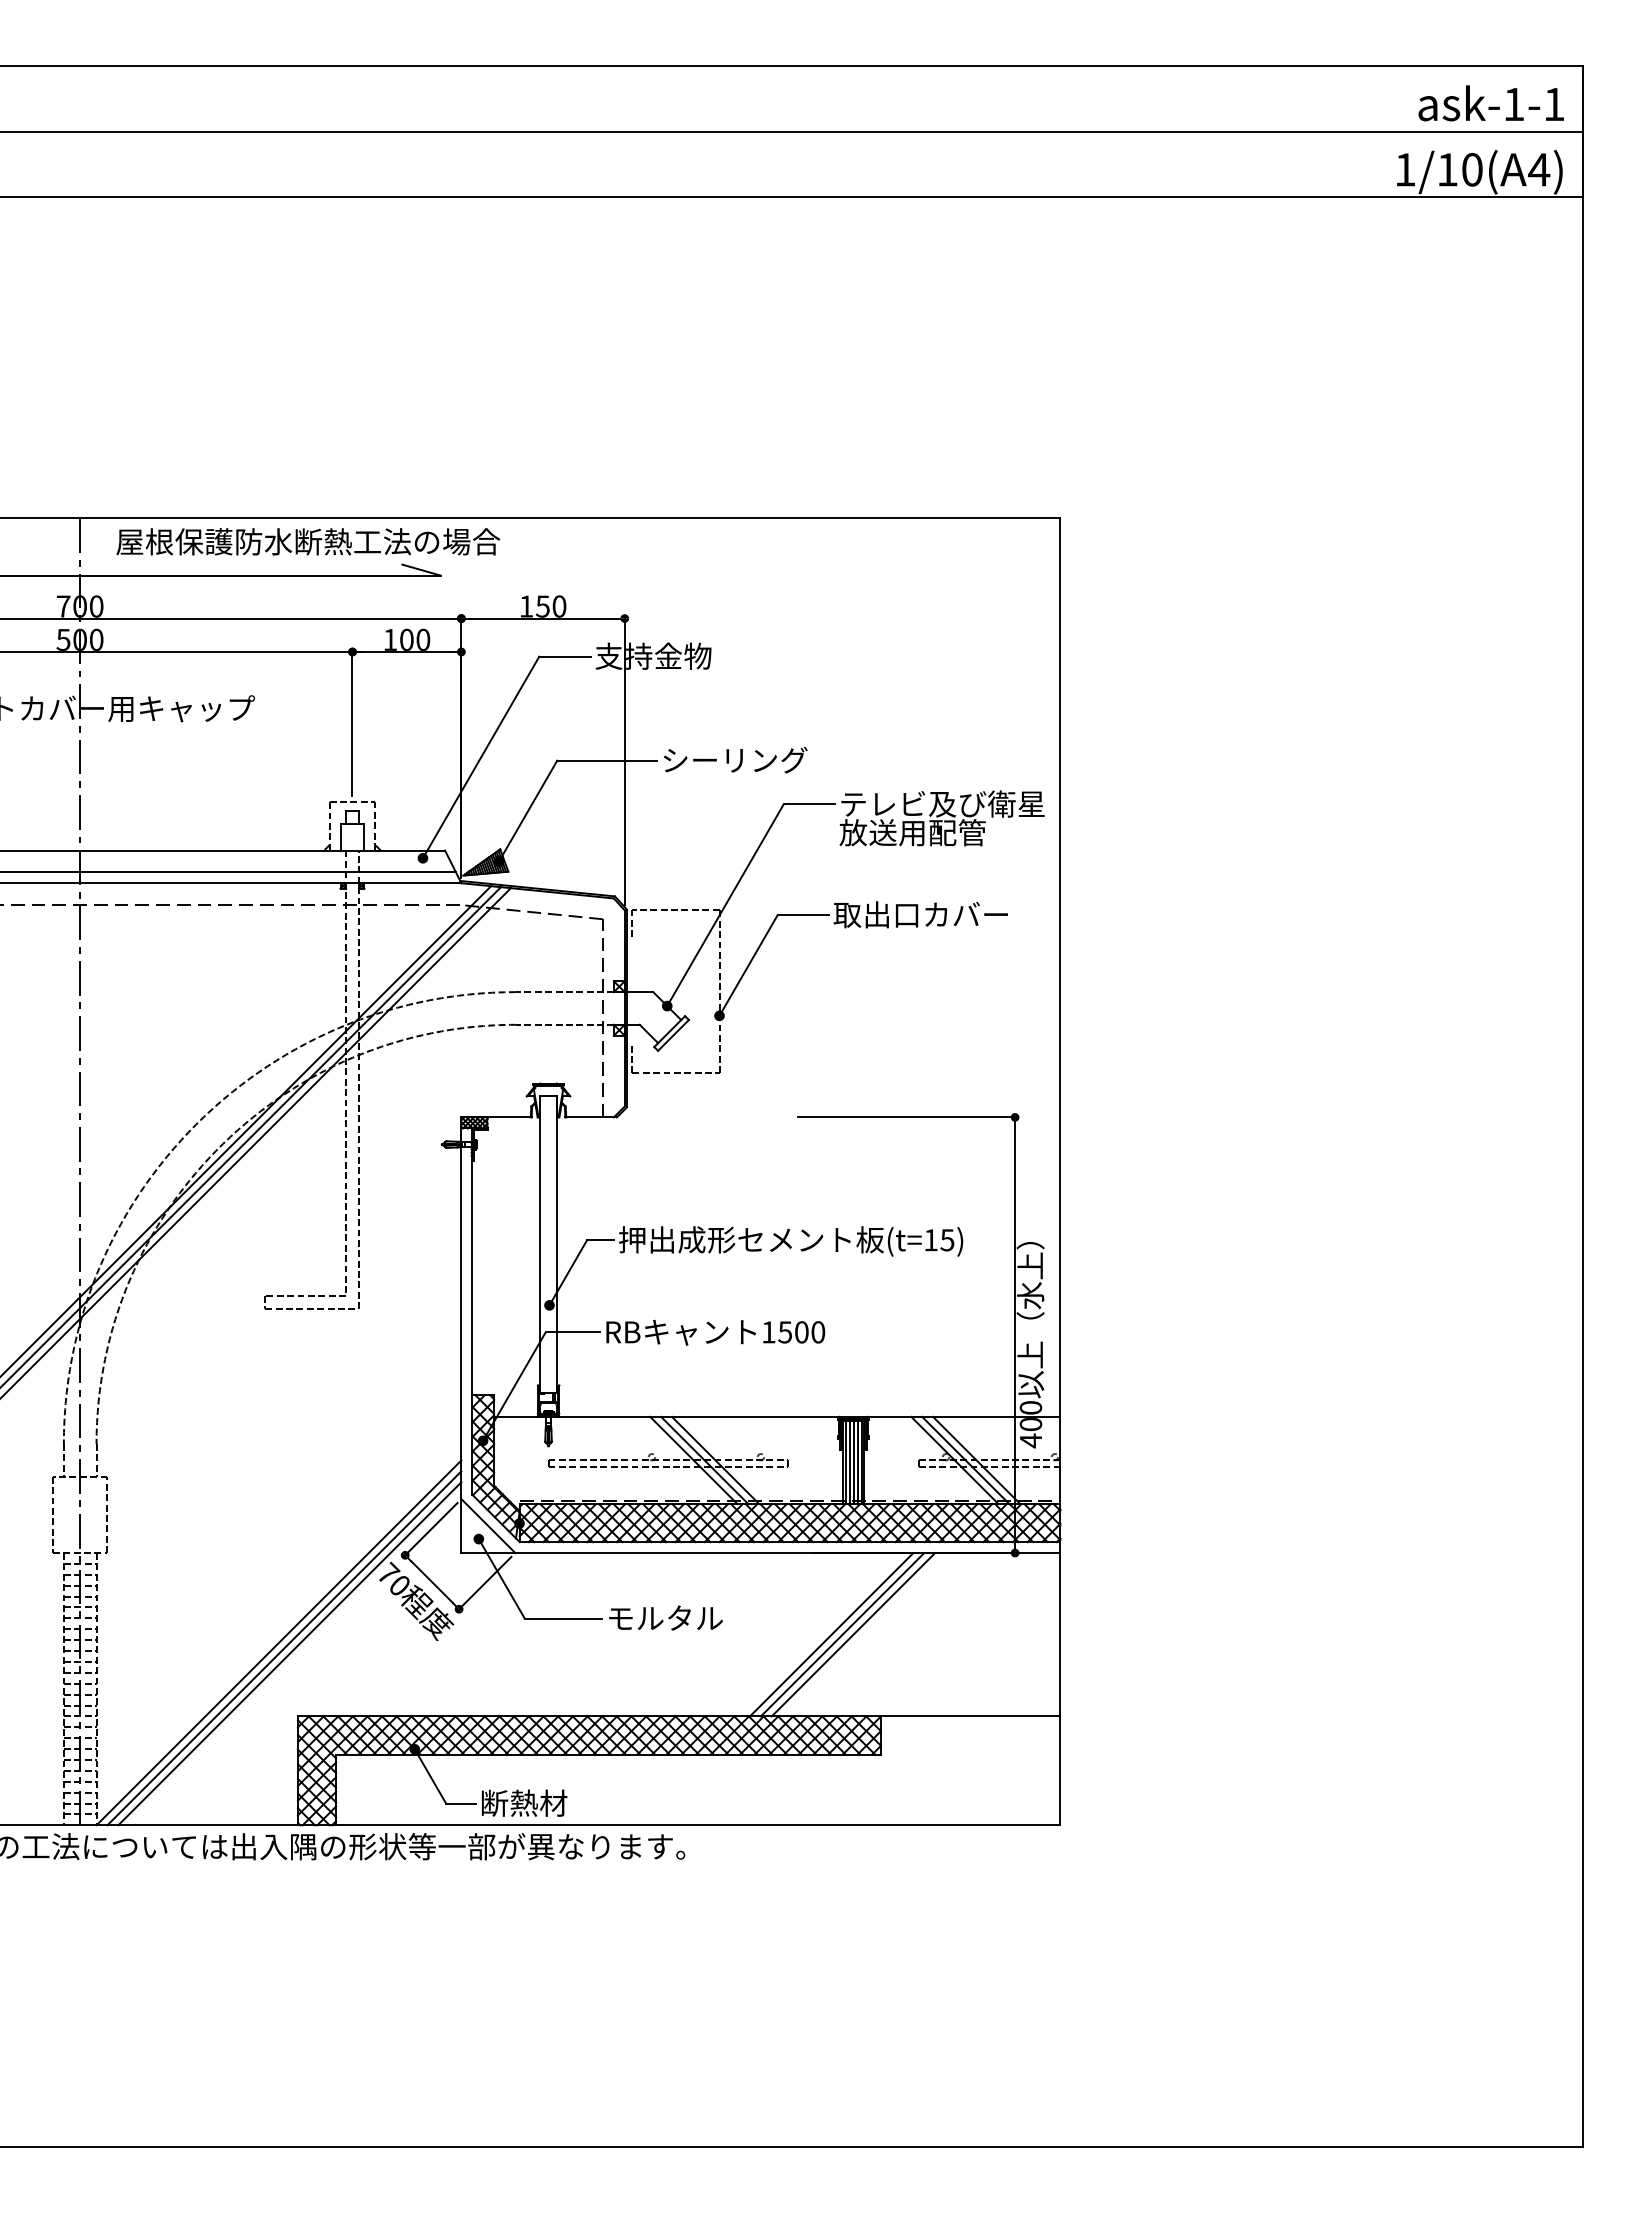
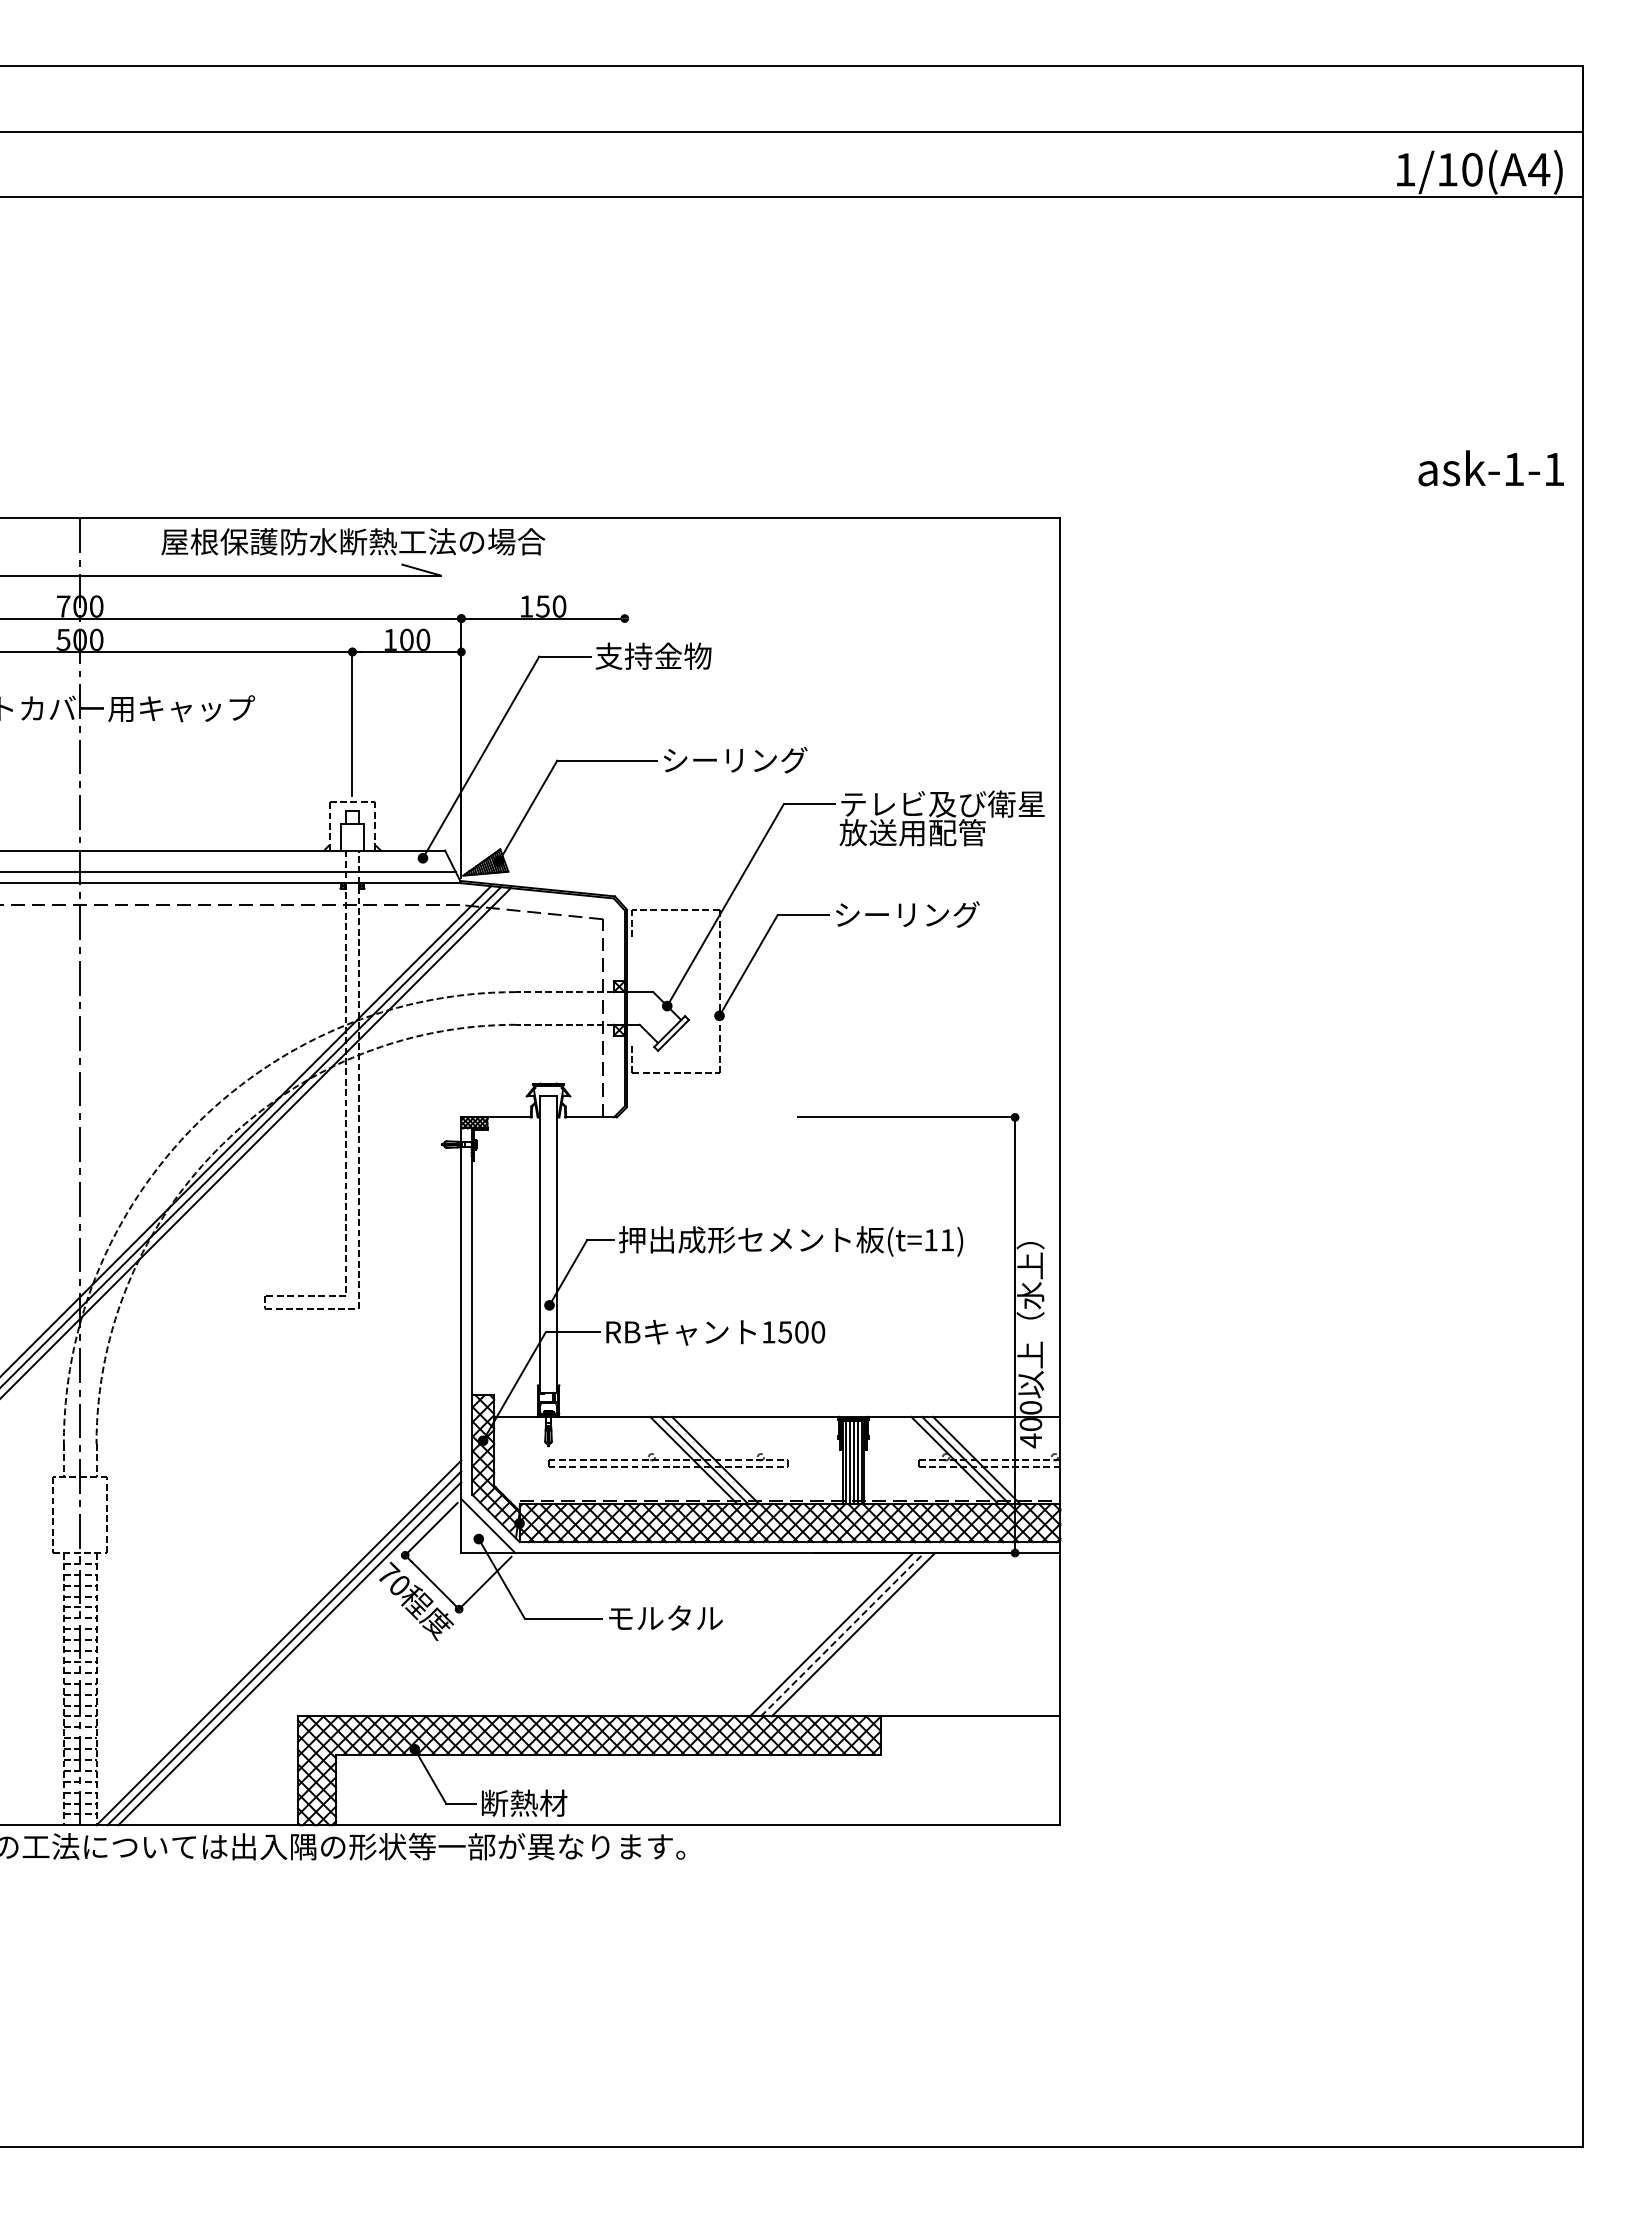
text at (1490, 103) position: (1490, 103) -> (1490, 468)
text at (308, 541) position: (308, 541) -> (353, 541)
line at (624, 761): present -> none
text at (920, 914): 取出口カバー -> シーリング
text at (947, 1240): (t=15) -> (t=11)
line at (842, 1634): solid -> dashed
